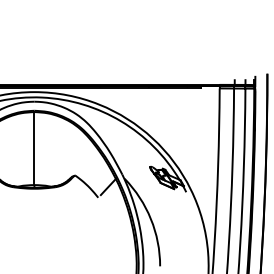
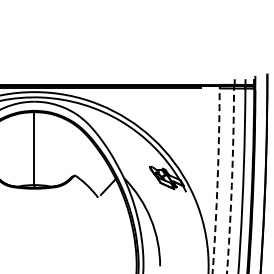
arc at (217, 180): solid -> dashed
arc at (231, 180): solid -> dashed
